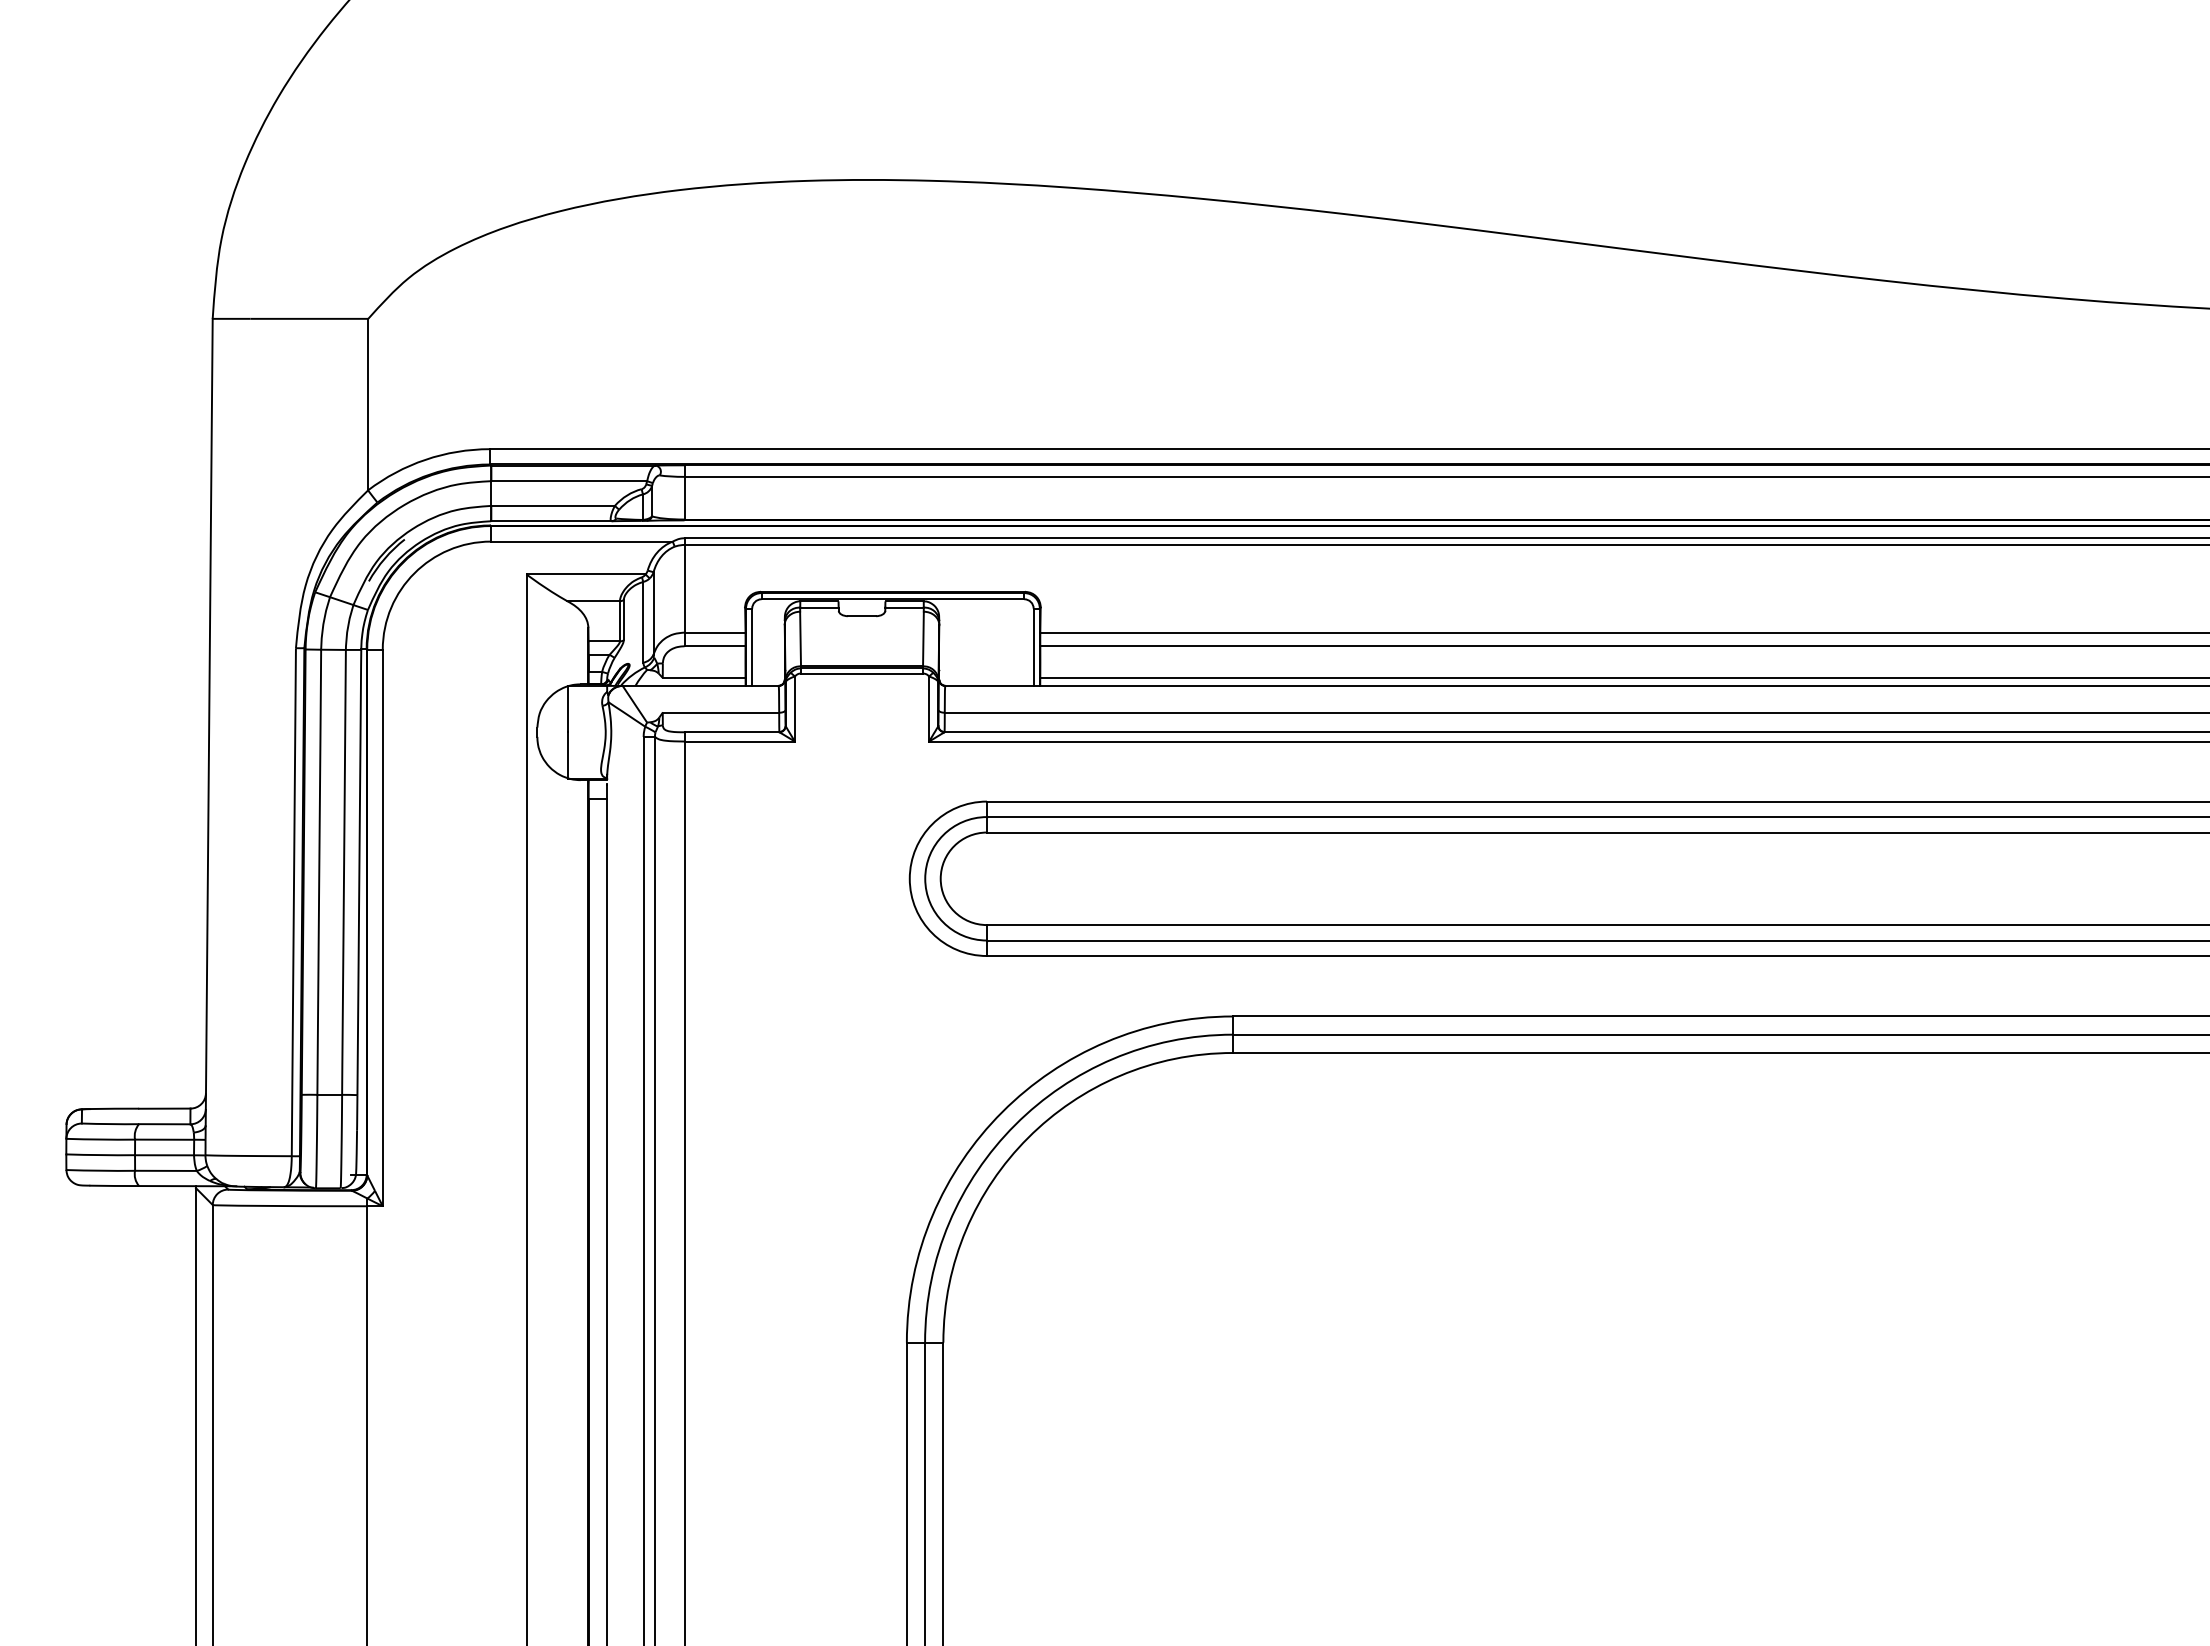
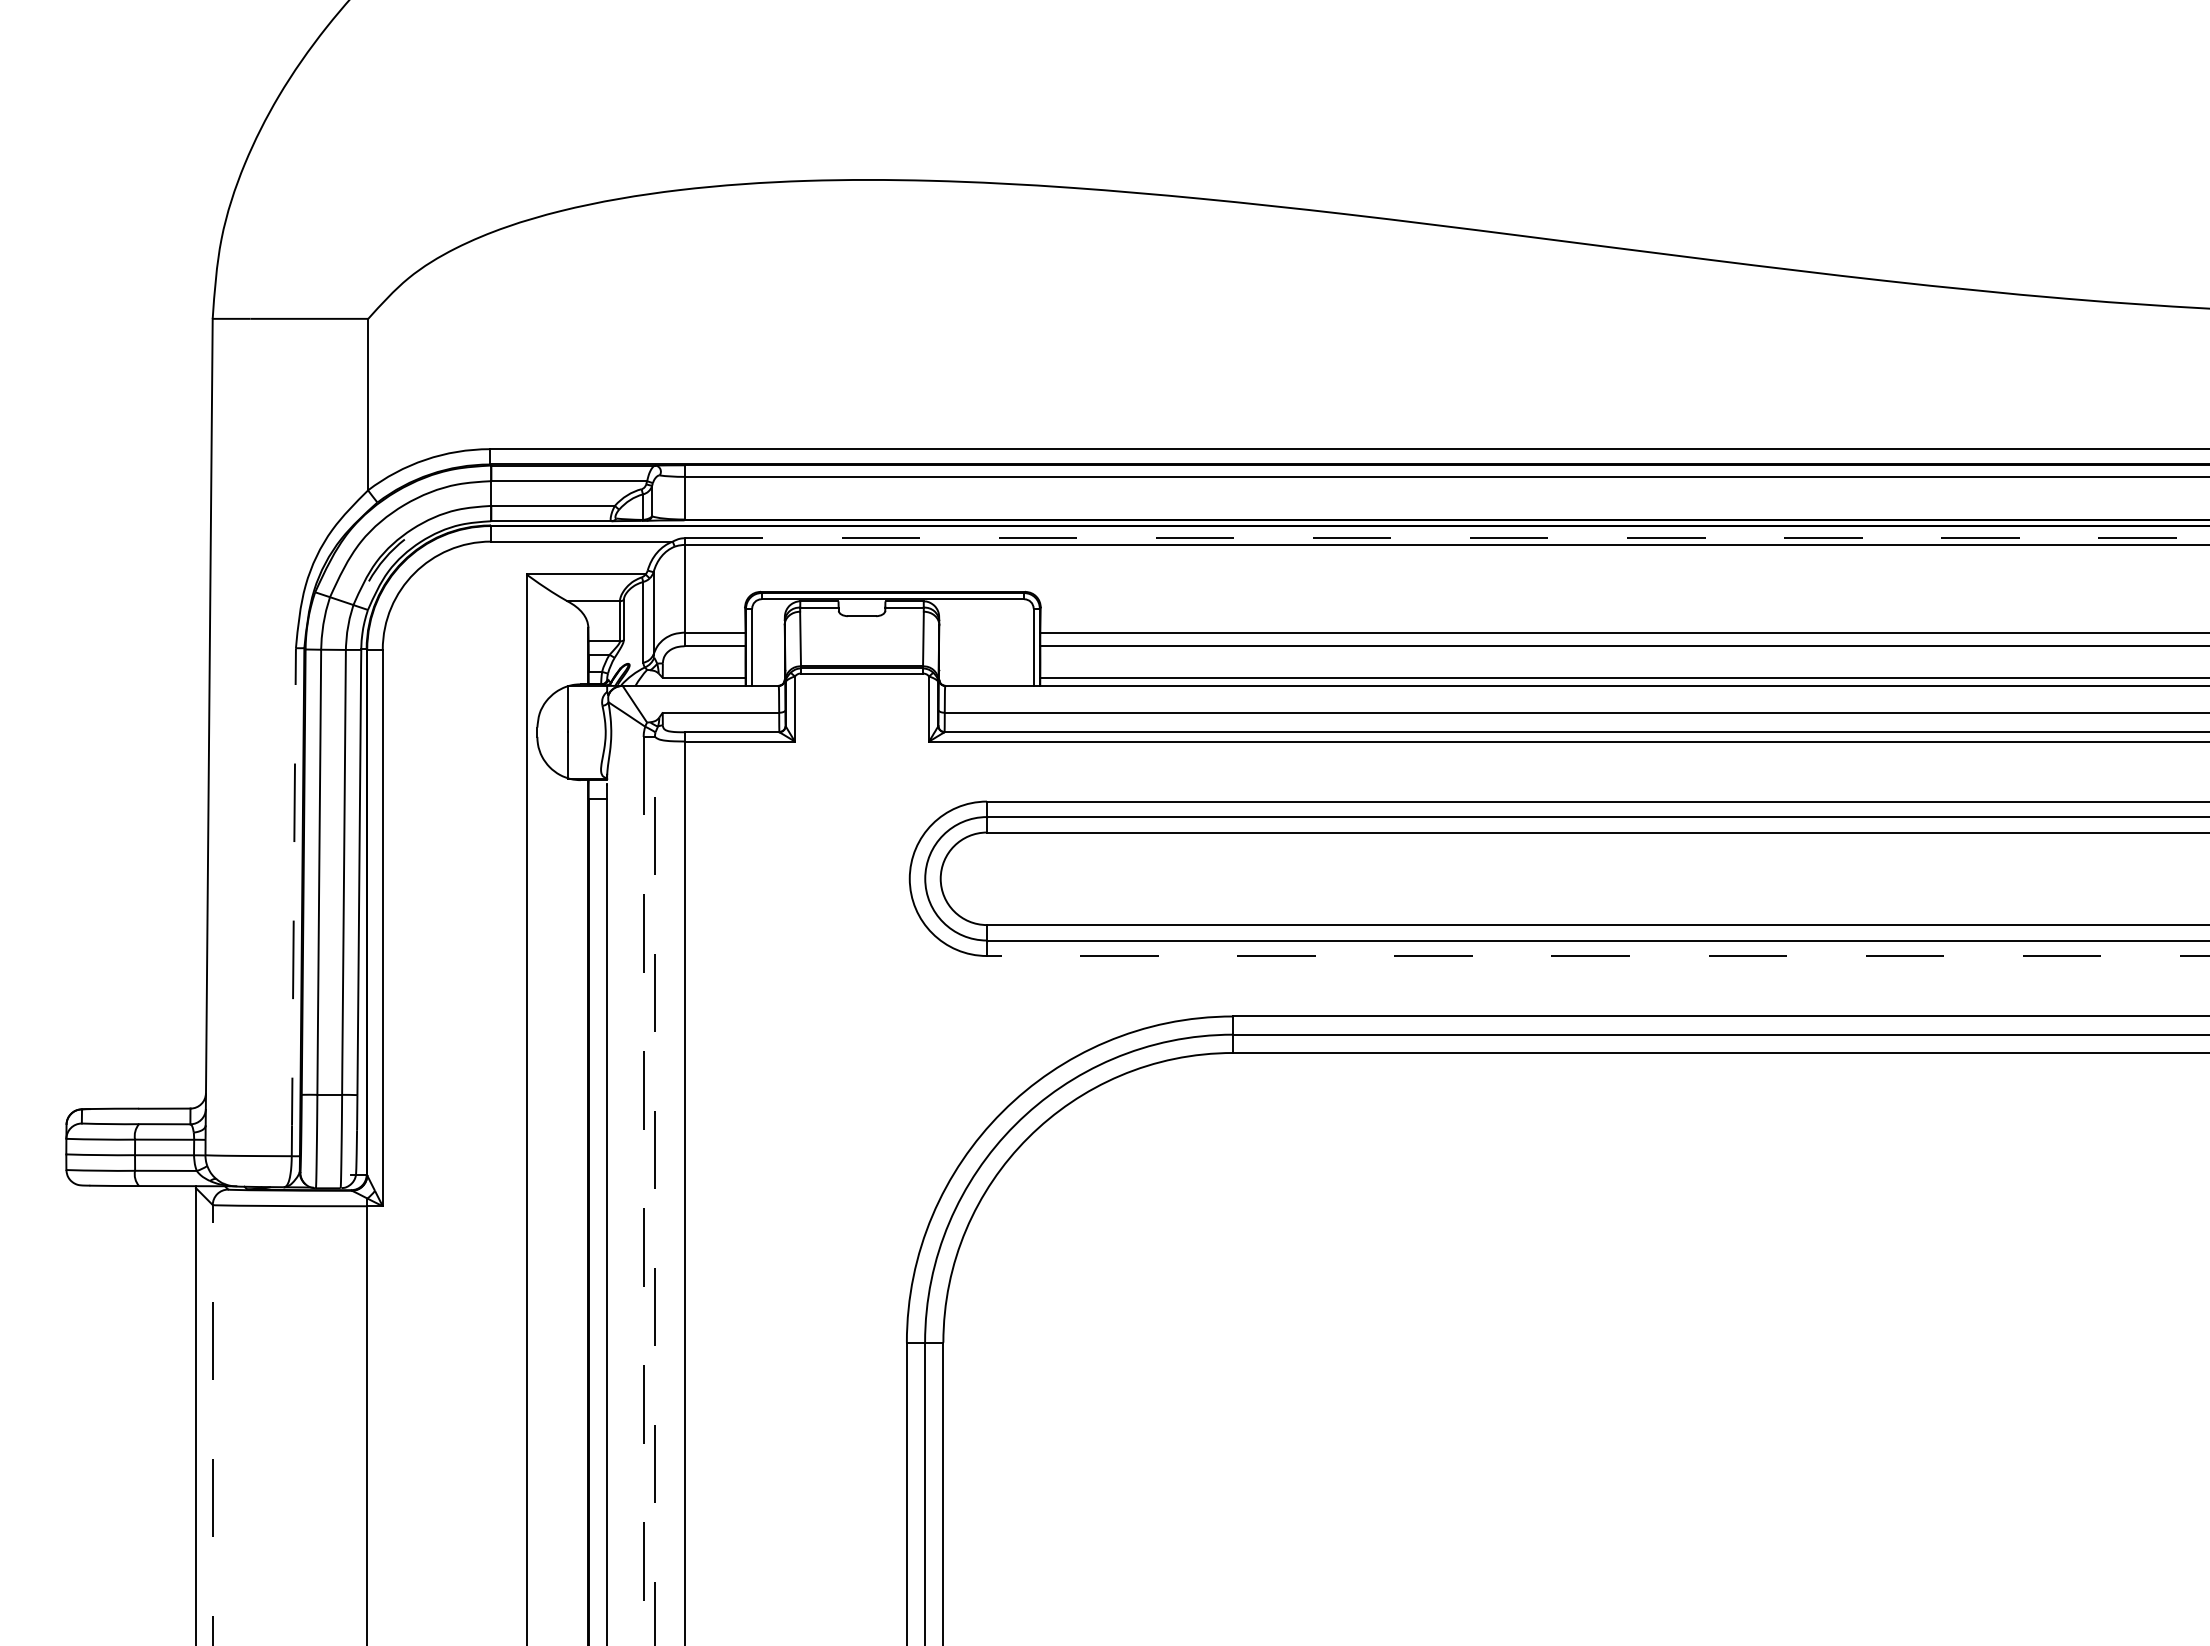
line at (1447, 538): solid -> dashed
line at (293, 902): solid -> dashed
line at (1597, 956): solid -> dashed
line at (655, 1190): solid -> dashed
line at (643, 1191): solid -> dashed
line at (212, 1424): solid -> dashed
